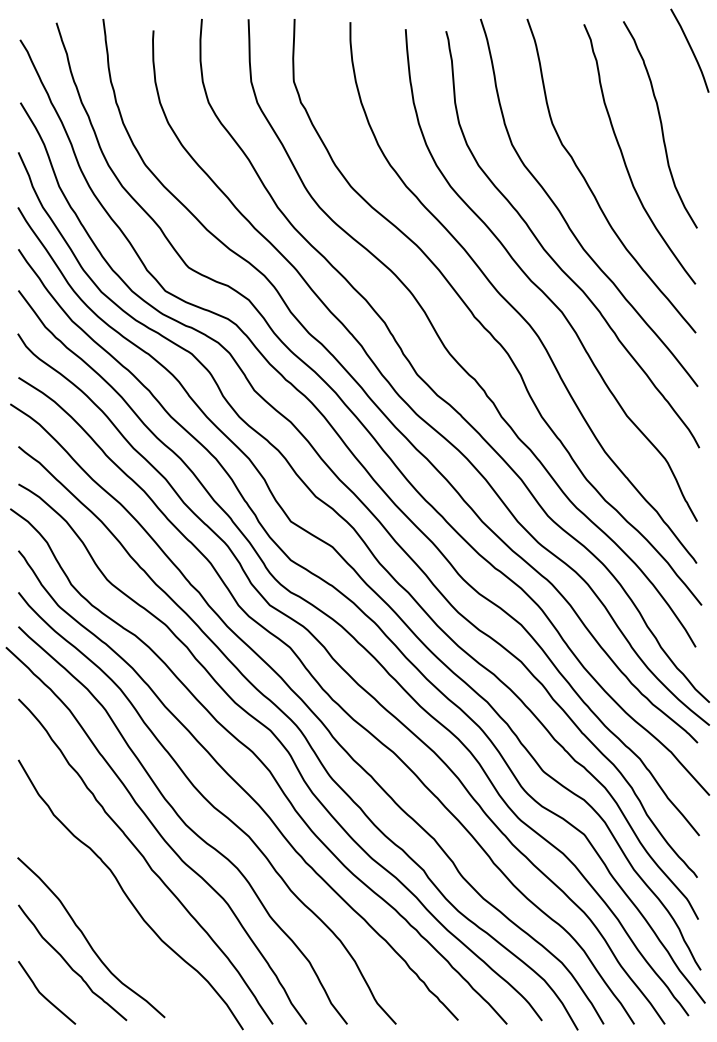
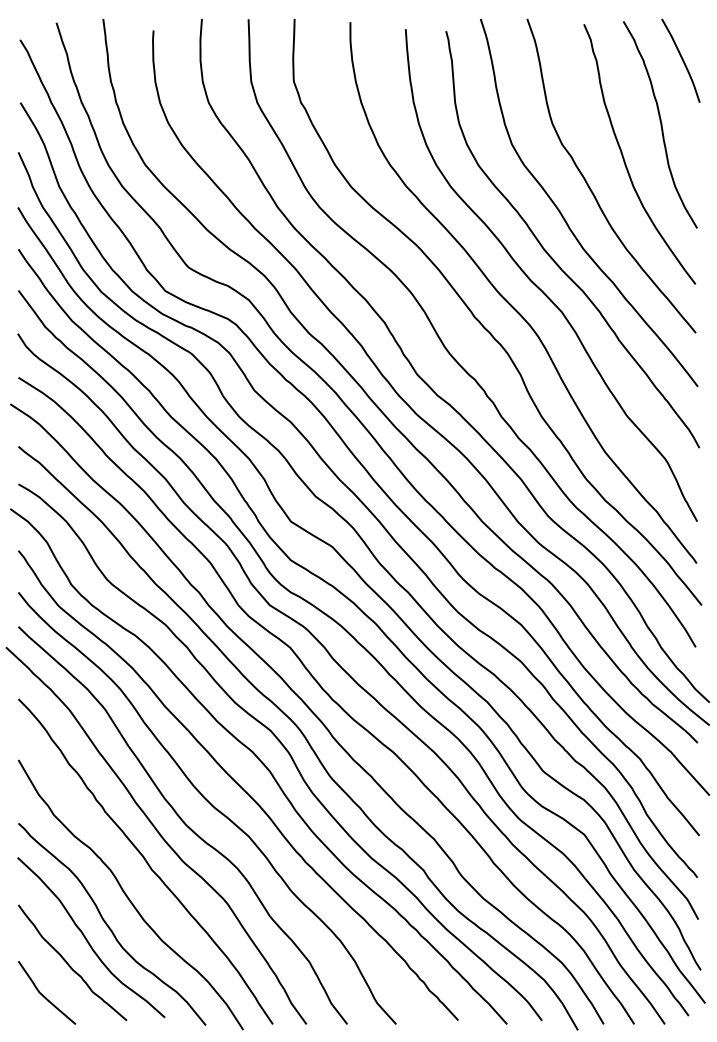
curve at (690, 49) position: (690, 49) -> (681, 59)
curve at (109, 926): none -> present
